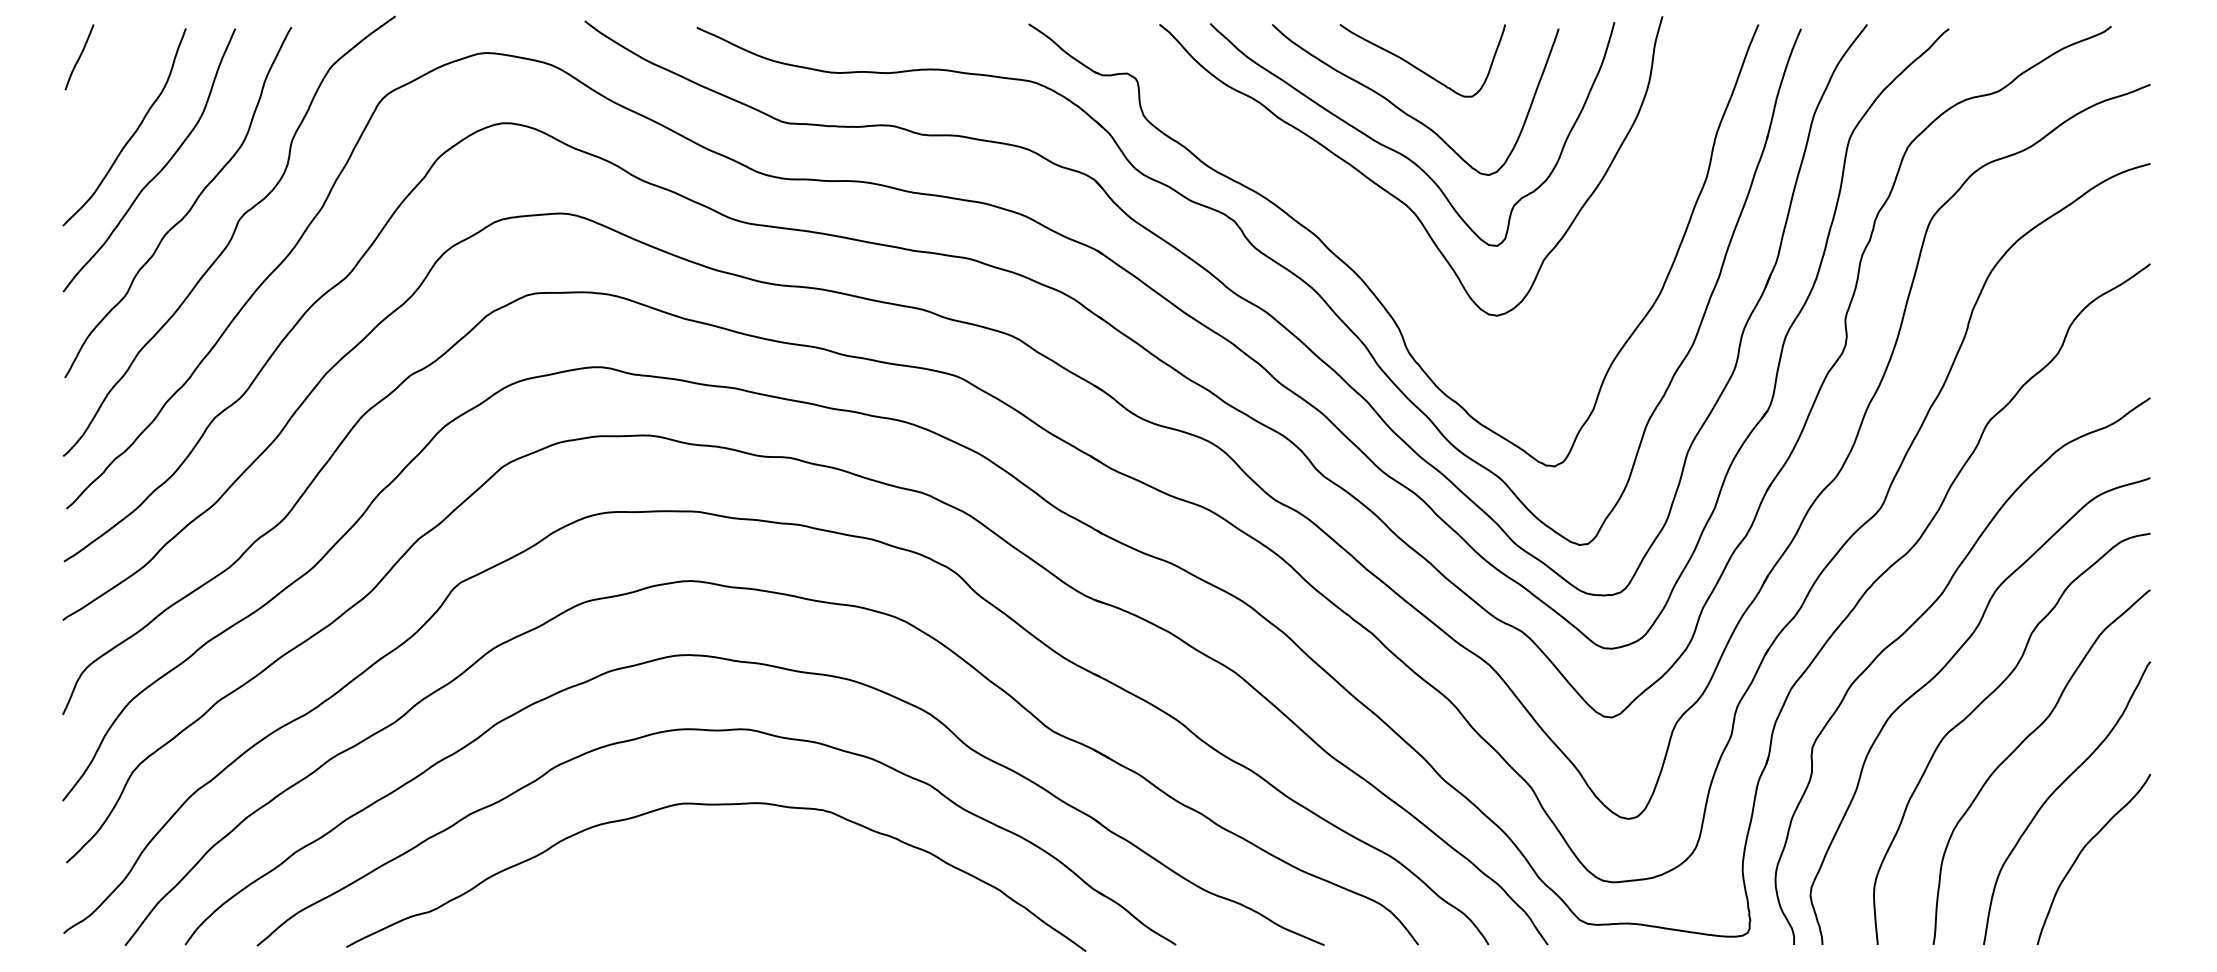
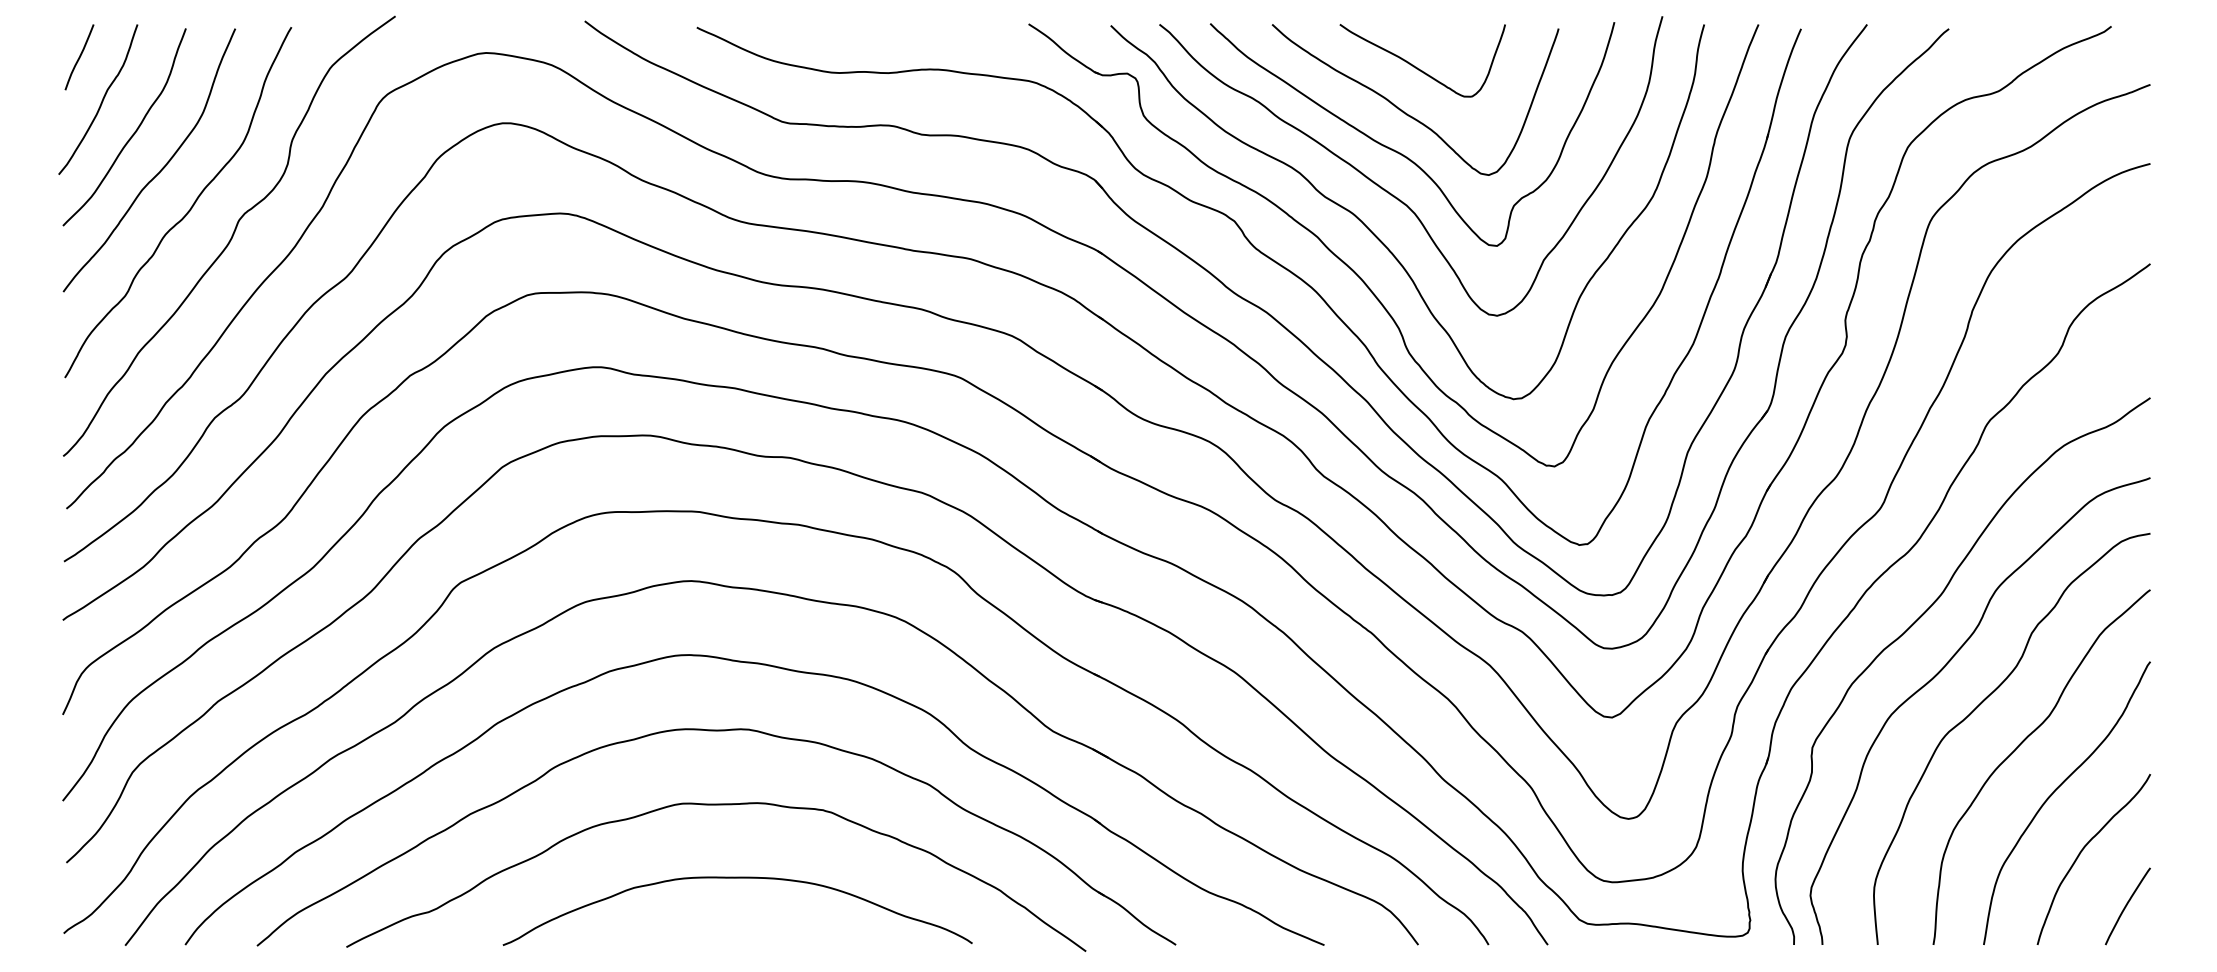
curve at (101, 100): none -> present
curve at (1380, 239): none -> present
curve at (737, 878): none -> present
curve at (2127, 905): none -> present
